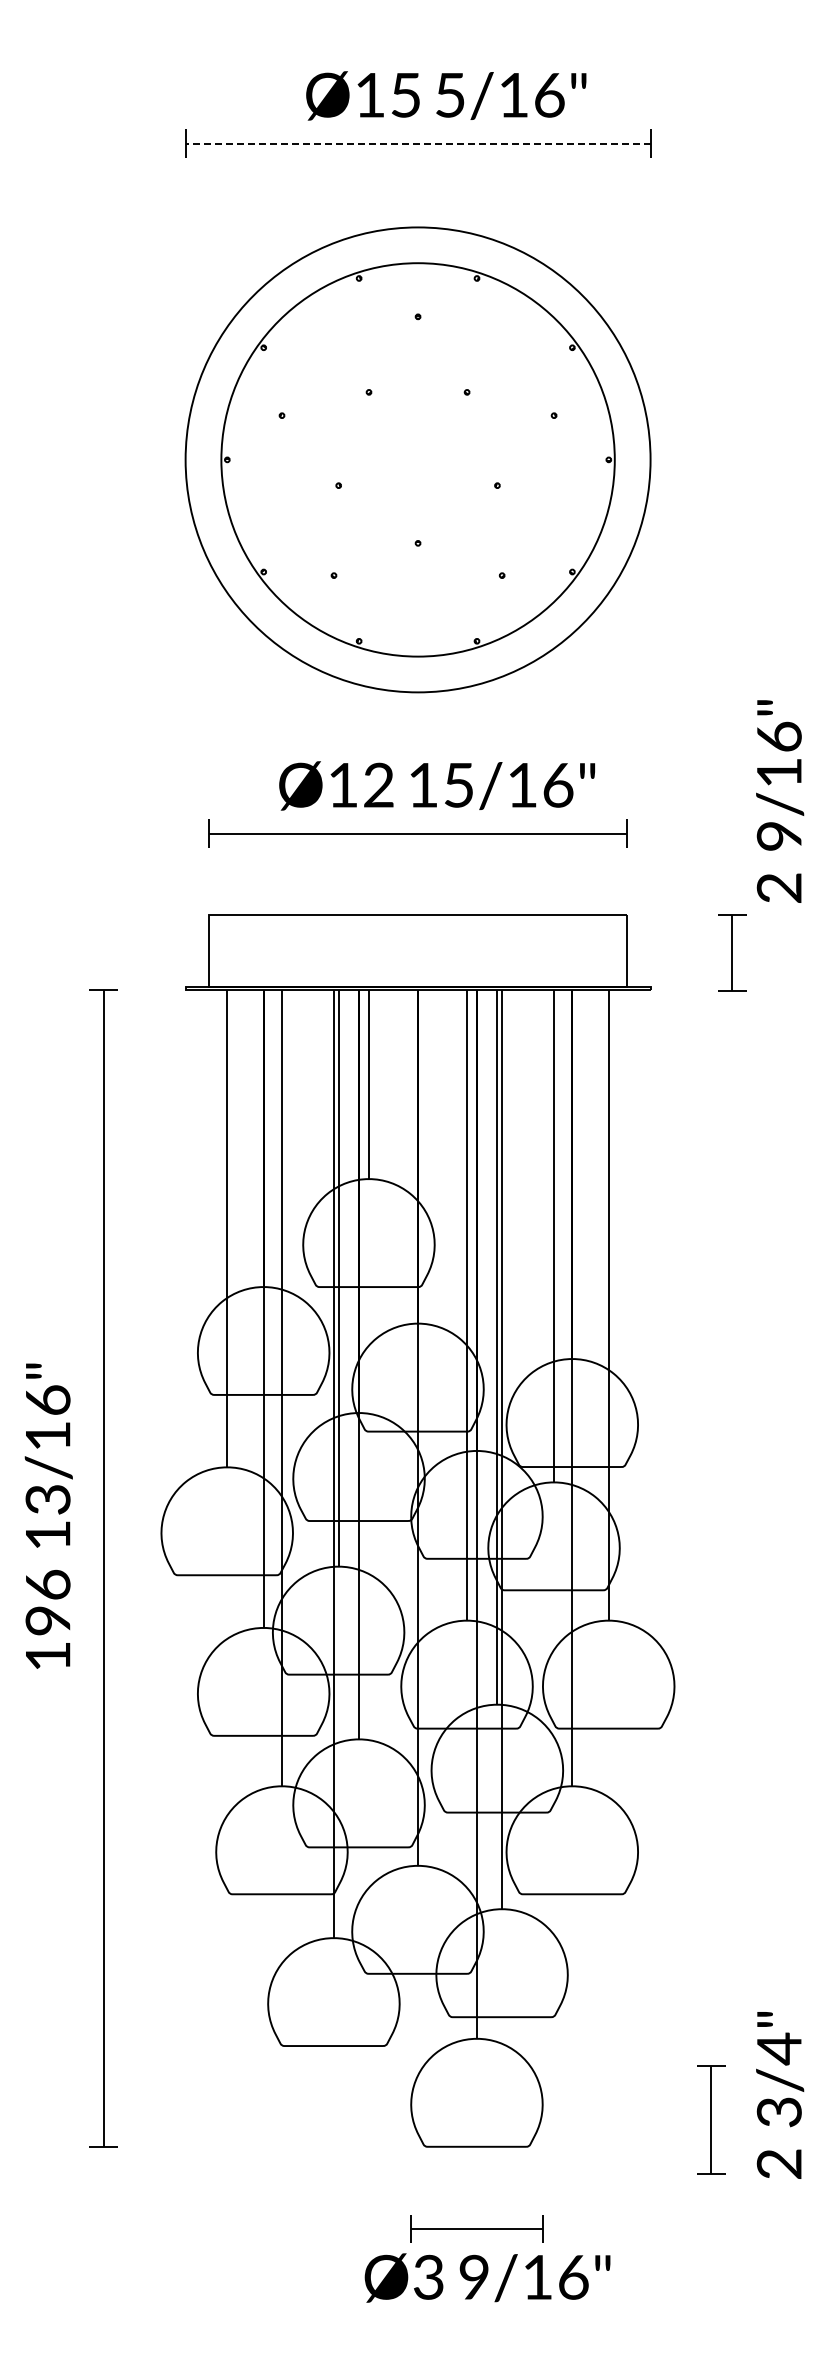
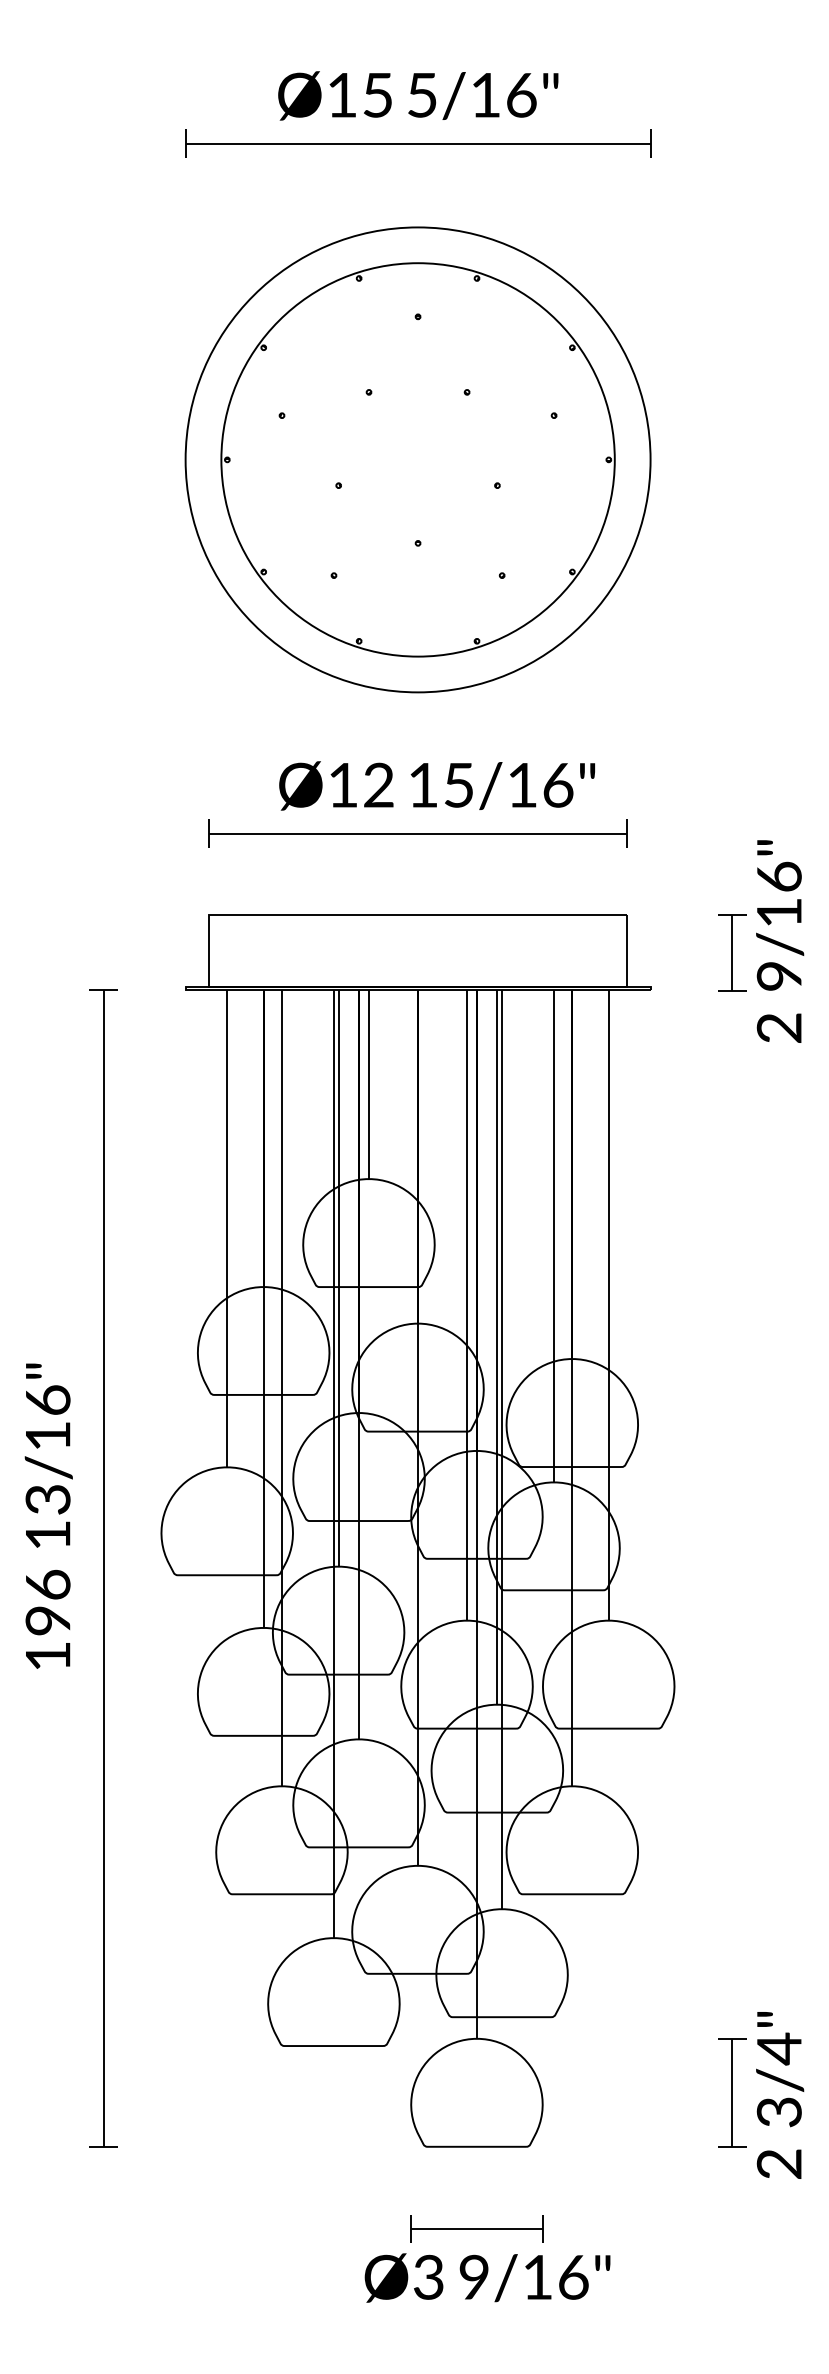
text at (446, 95) position: (446, 95) -> (418, 95)
line at (417, 143): dashed -> solid
text at (780, 801) position: (780, 801) -> (780, 941)
part at (711, 2119) position: (711, 2119) -> (732, 2092)
